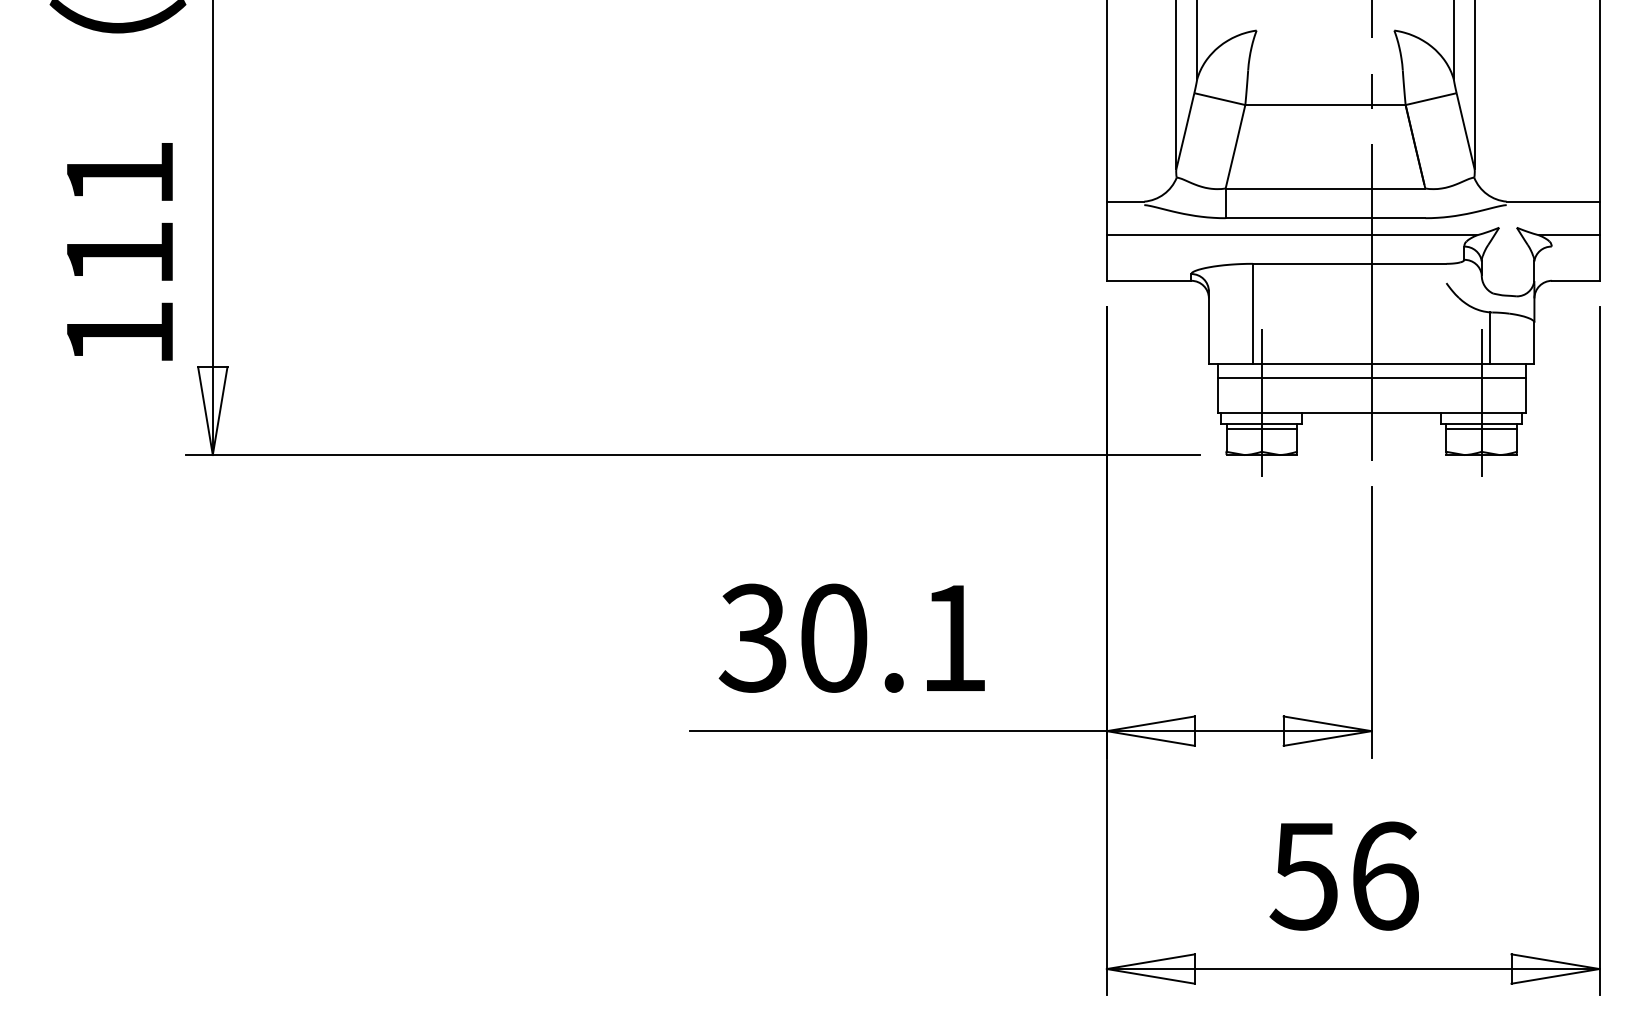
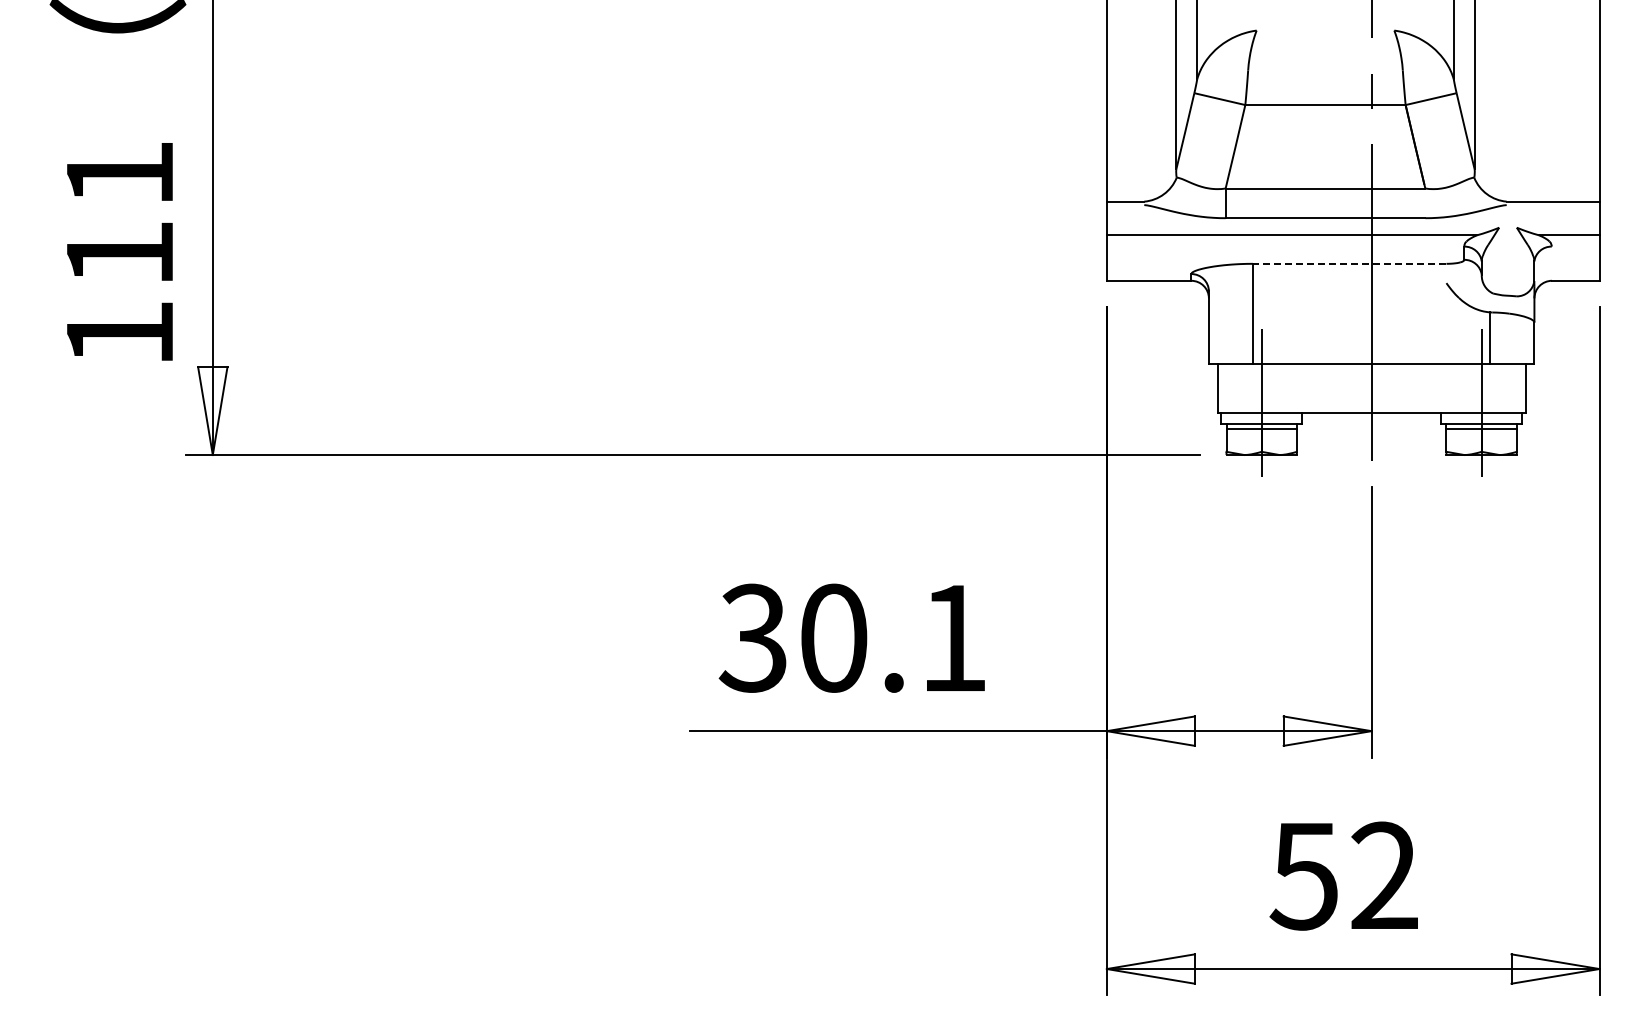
line at (1349, 263): solid -> dashed
line at (1371, 377): present -> none
text at (1384, 875): 56 -> 52
